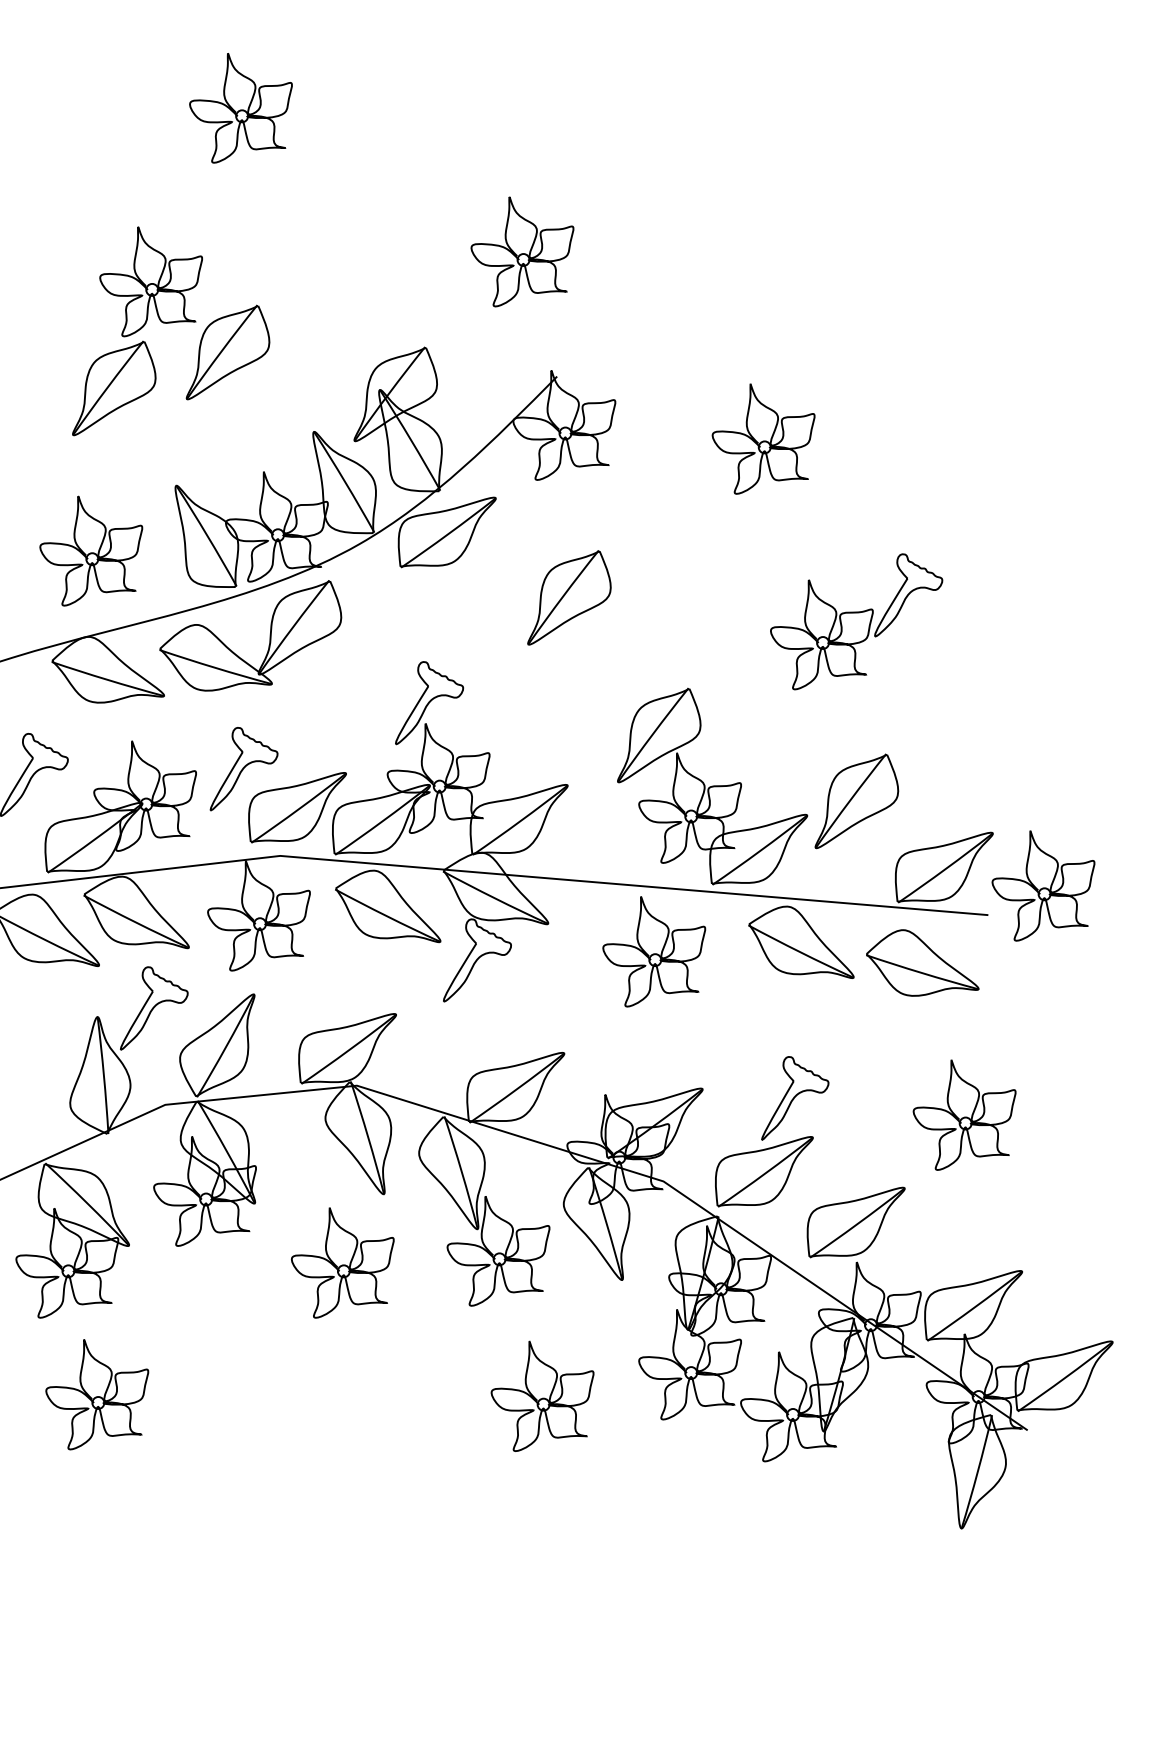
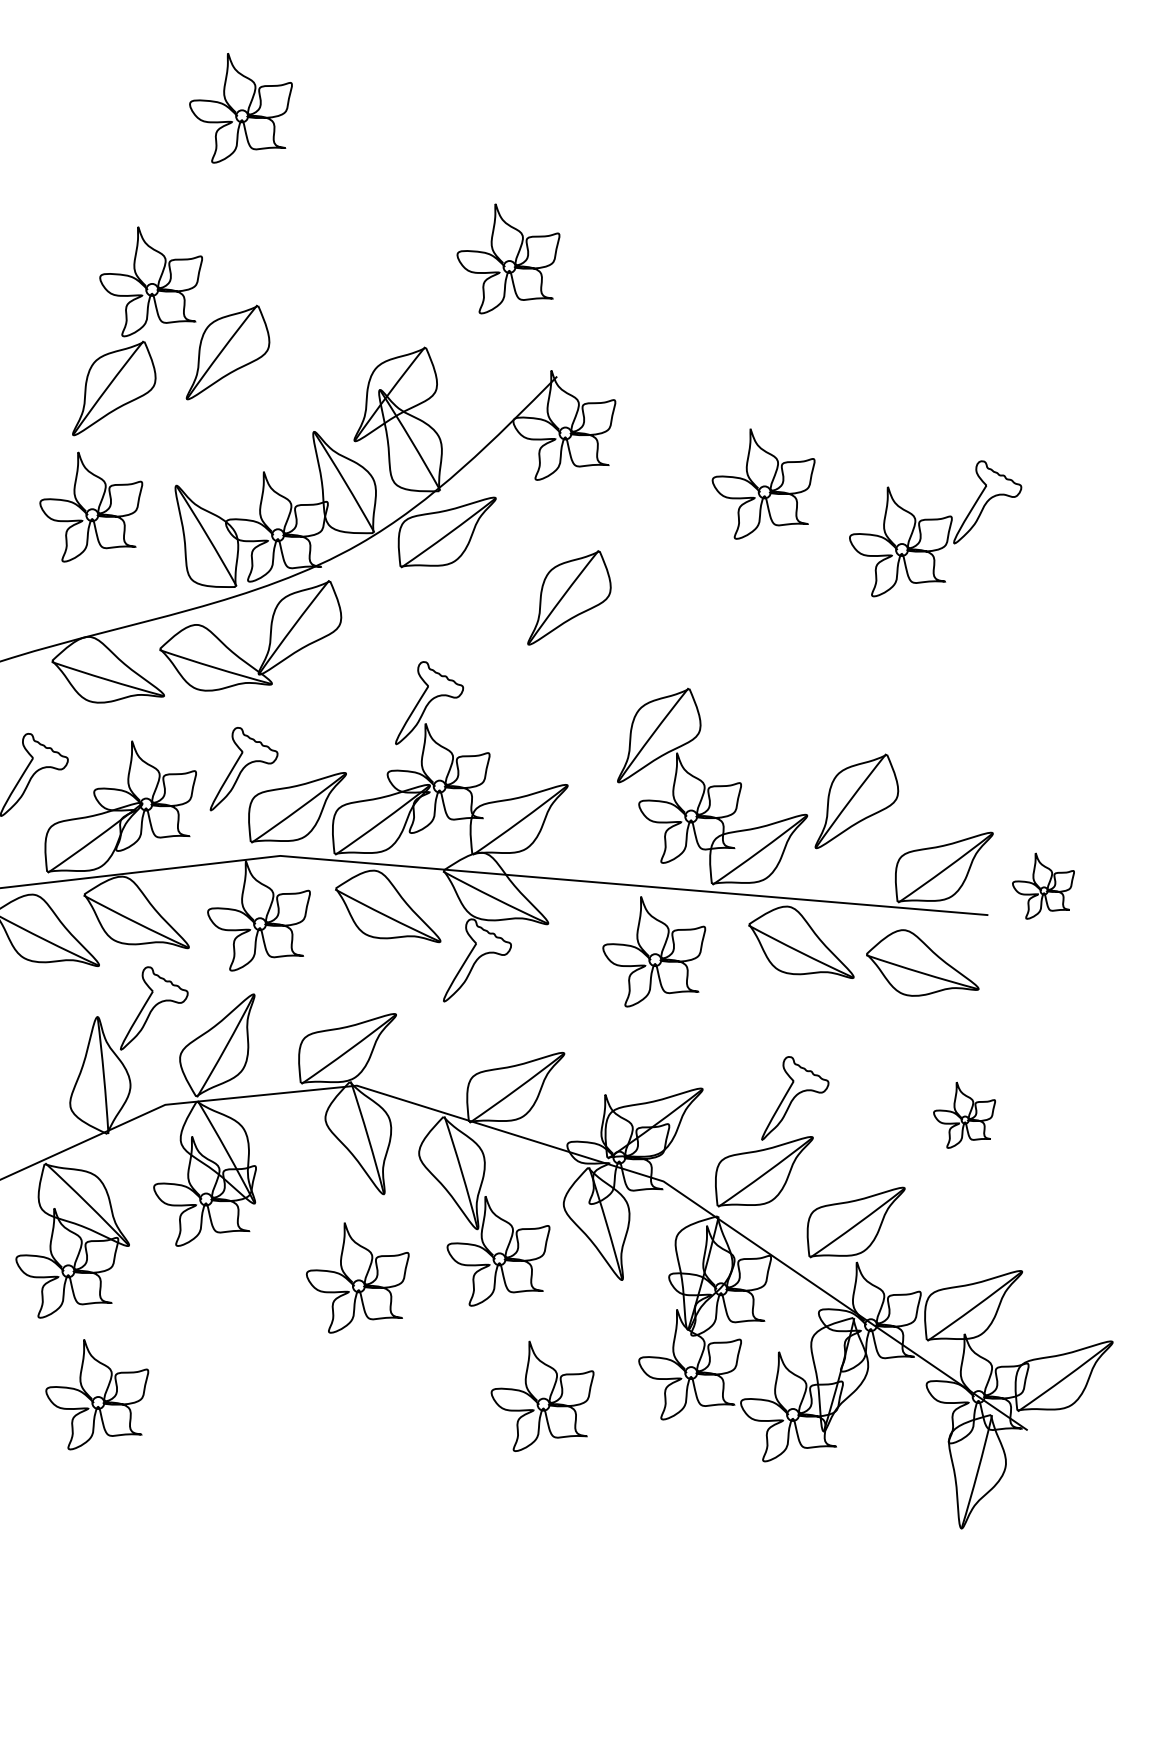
part at (522, 251) position: (522, 251) -> (508, 258)
part at (763, 438) position: (763, 438) -> (763, 483)
part at (91, 550) position: (91, 550) -> (91, 506)
part at (856, 621) position: (856, 621) -> (935, 528)
part at (1043, 885) size: 105x112 px -> 63x68 px
part at (964, 1114) size: 105x112 px -> 63x68 px
part at (342, 1262) position: (342, 1262) -> (357, 1277)
